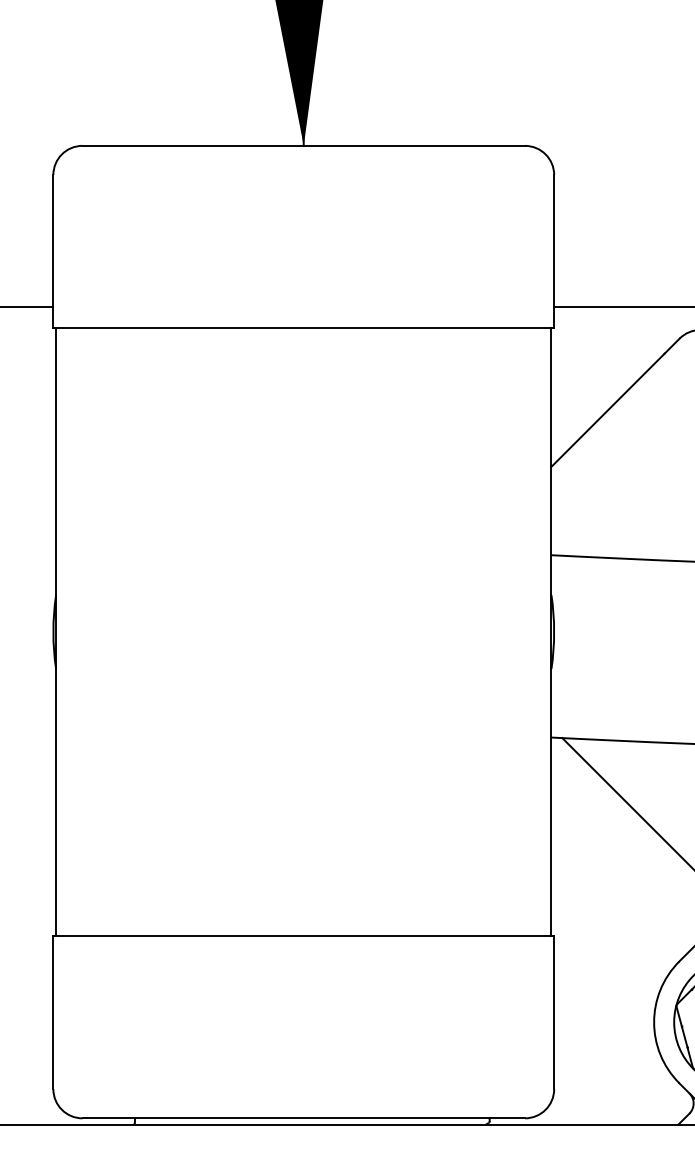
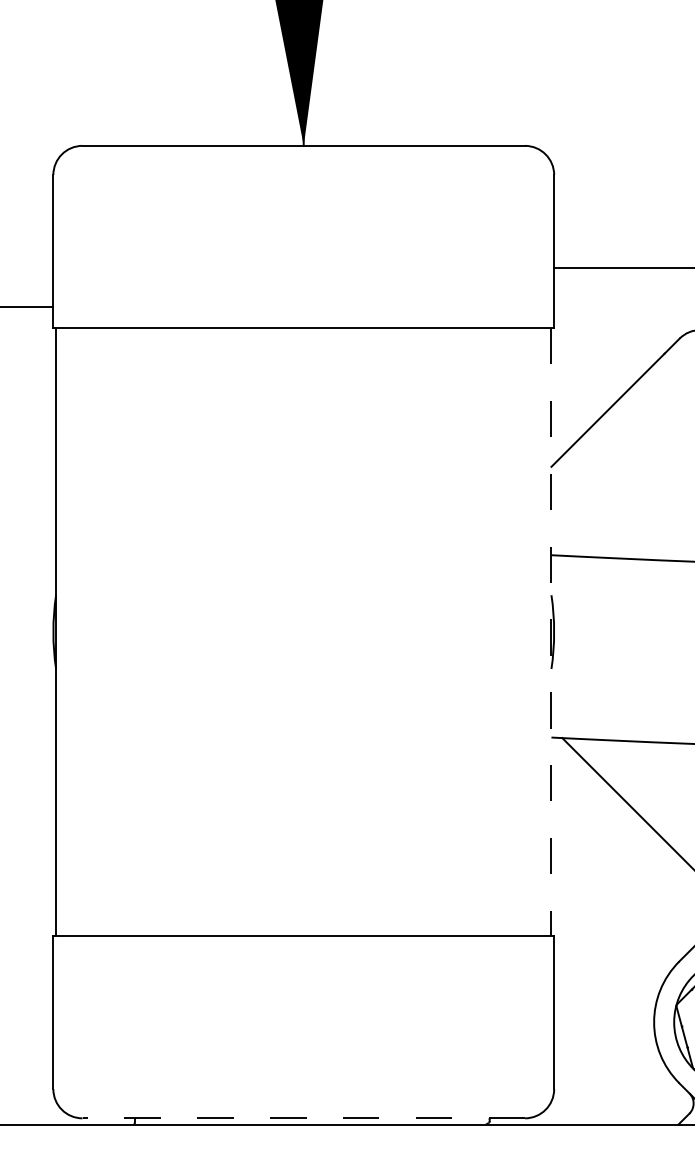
line at (622, 306) position: (622, 306) -> (622, 267)
line at (551, 632): solid -> dashed
line at (303, 1118): solid -> dashed
